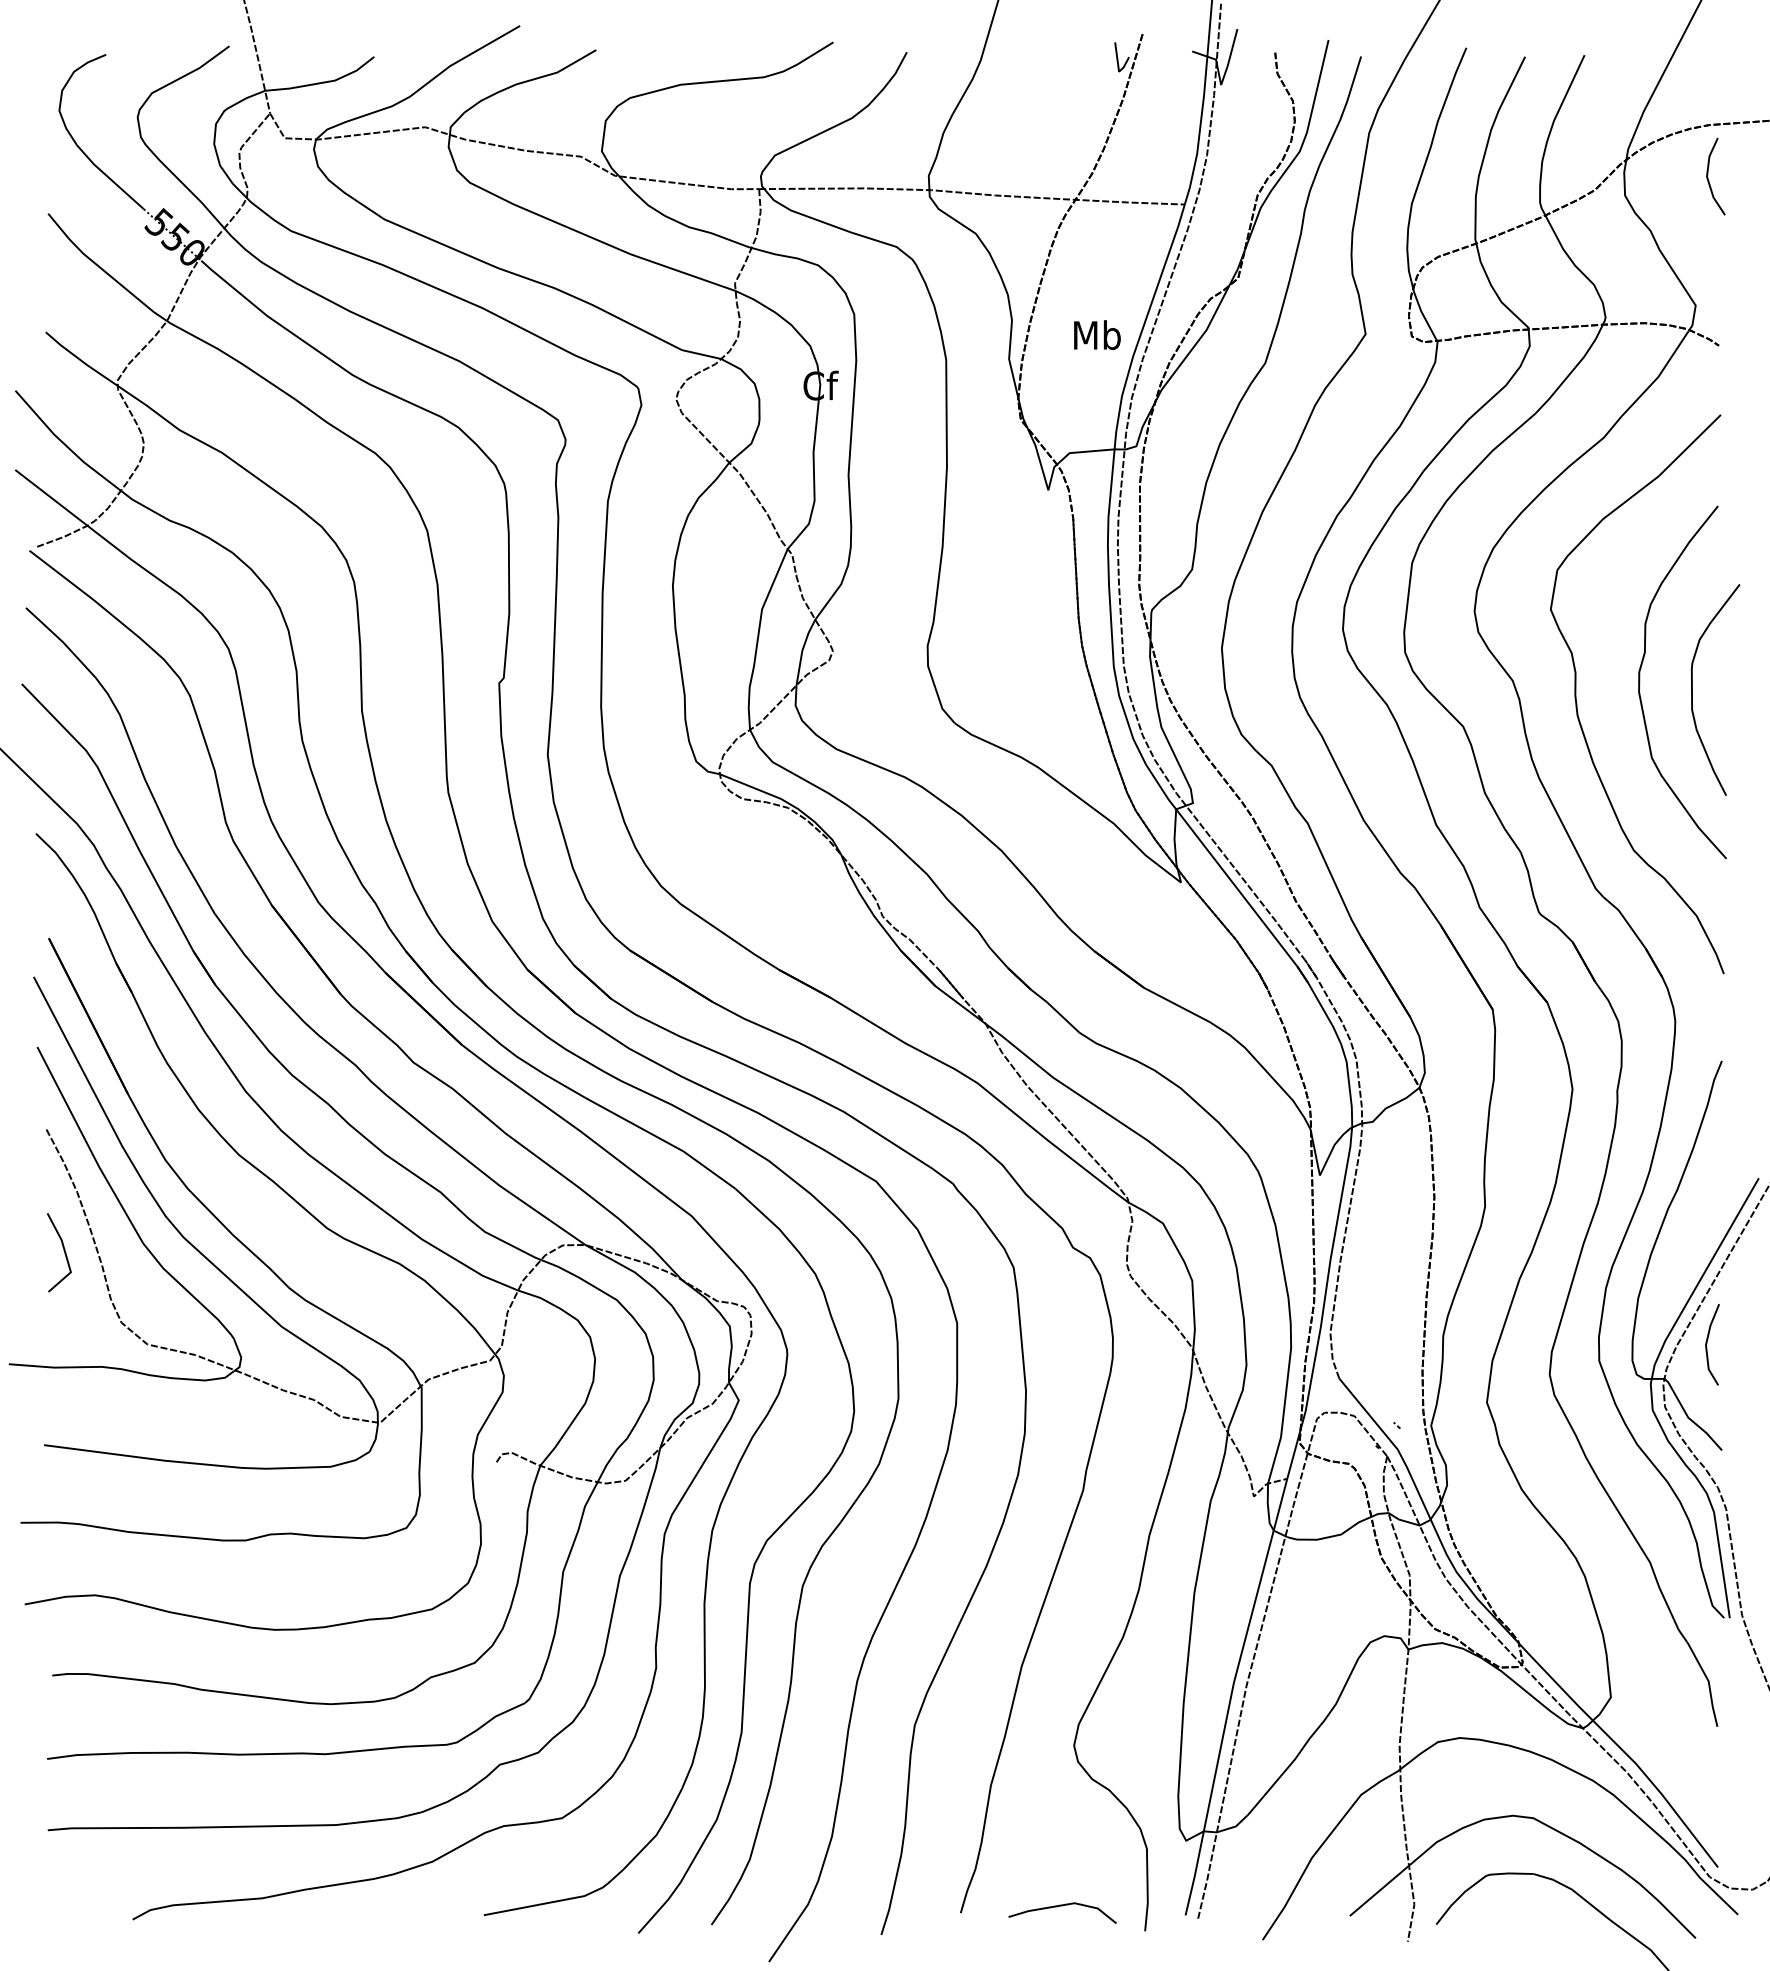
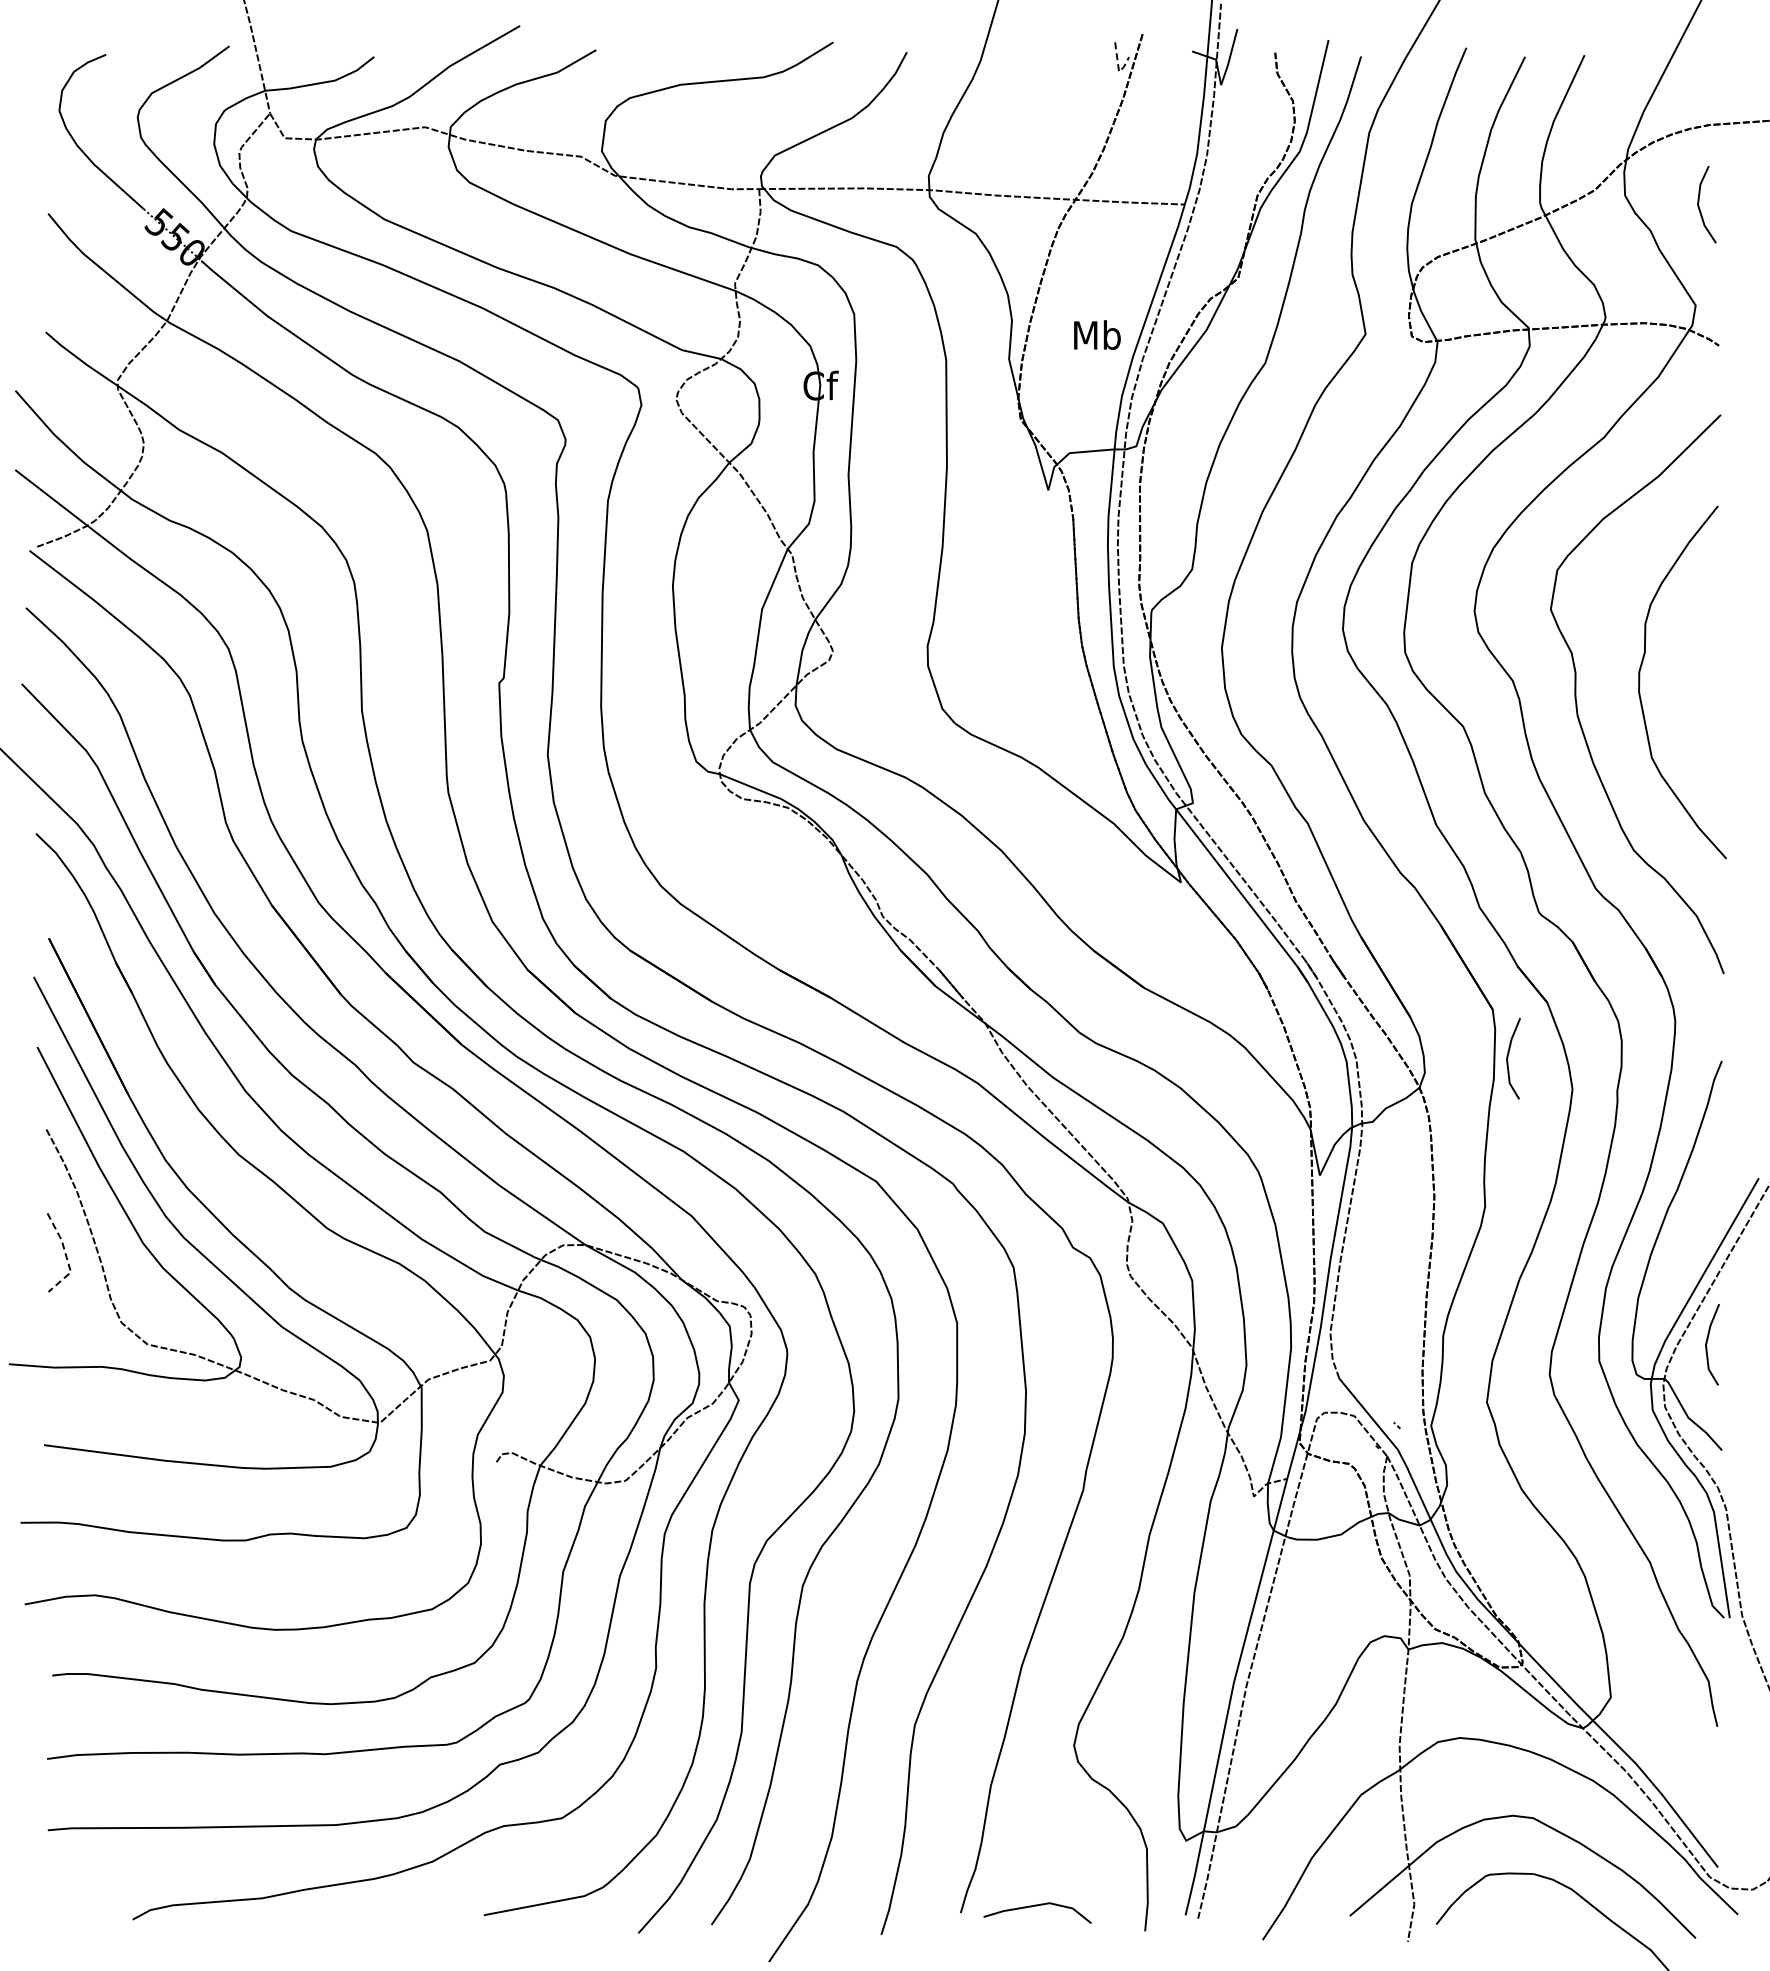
line at (1118, 67): solid -> dashed
line at (1708, 177) position: (1708, 177) -> (1699, 205)
curve at (1692, 689): present -> none
line at (1508, 1057): none -> present
line at (66, 1256): solid -> dashed
line at (1062, 1906) position: (1062, 1906) -> (1037, 1906)
